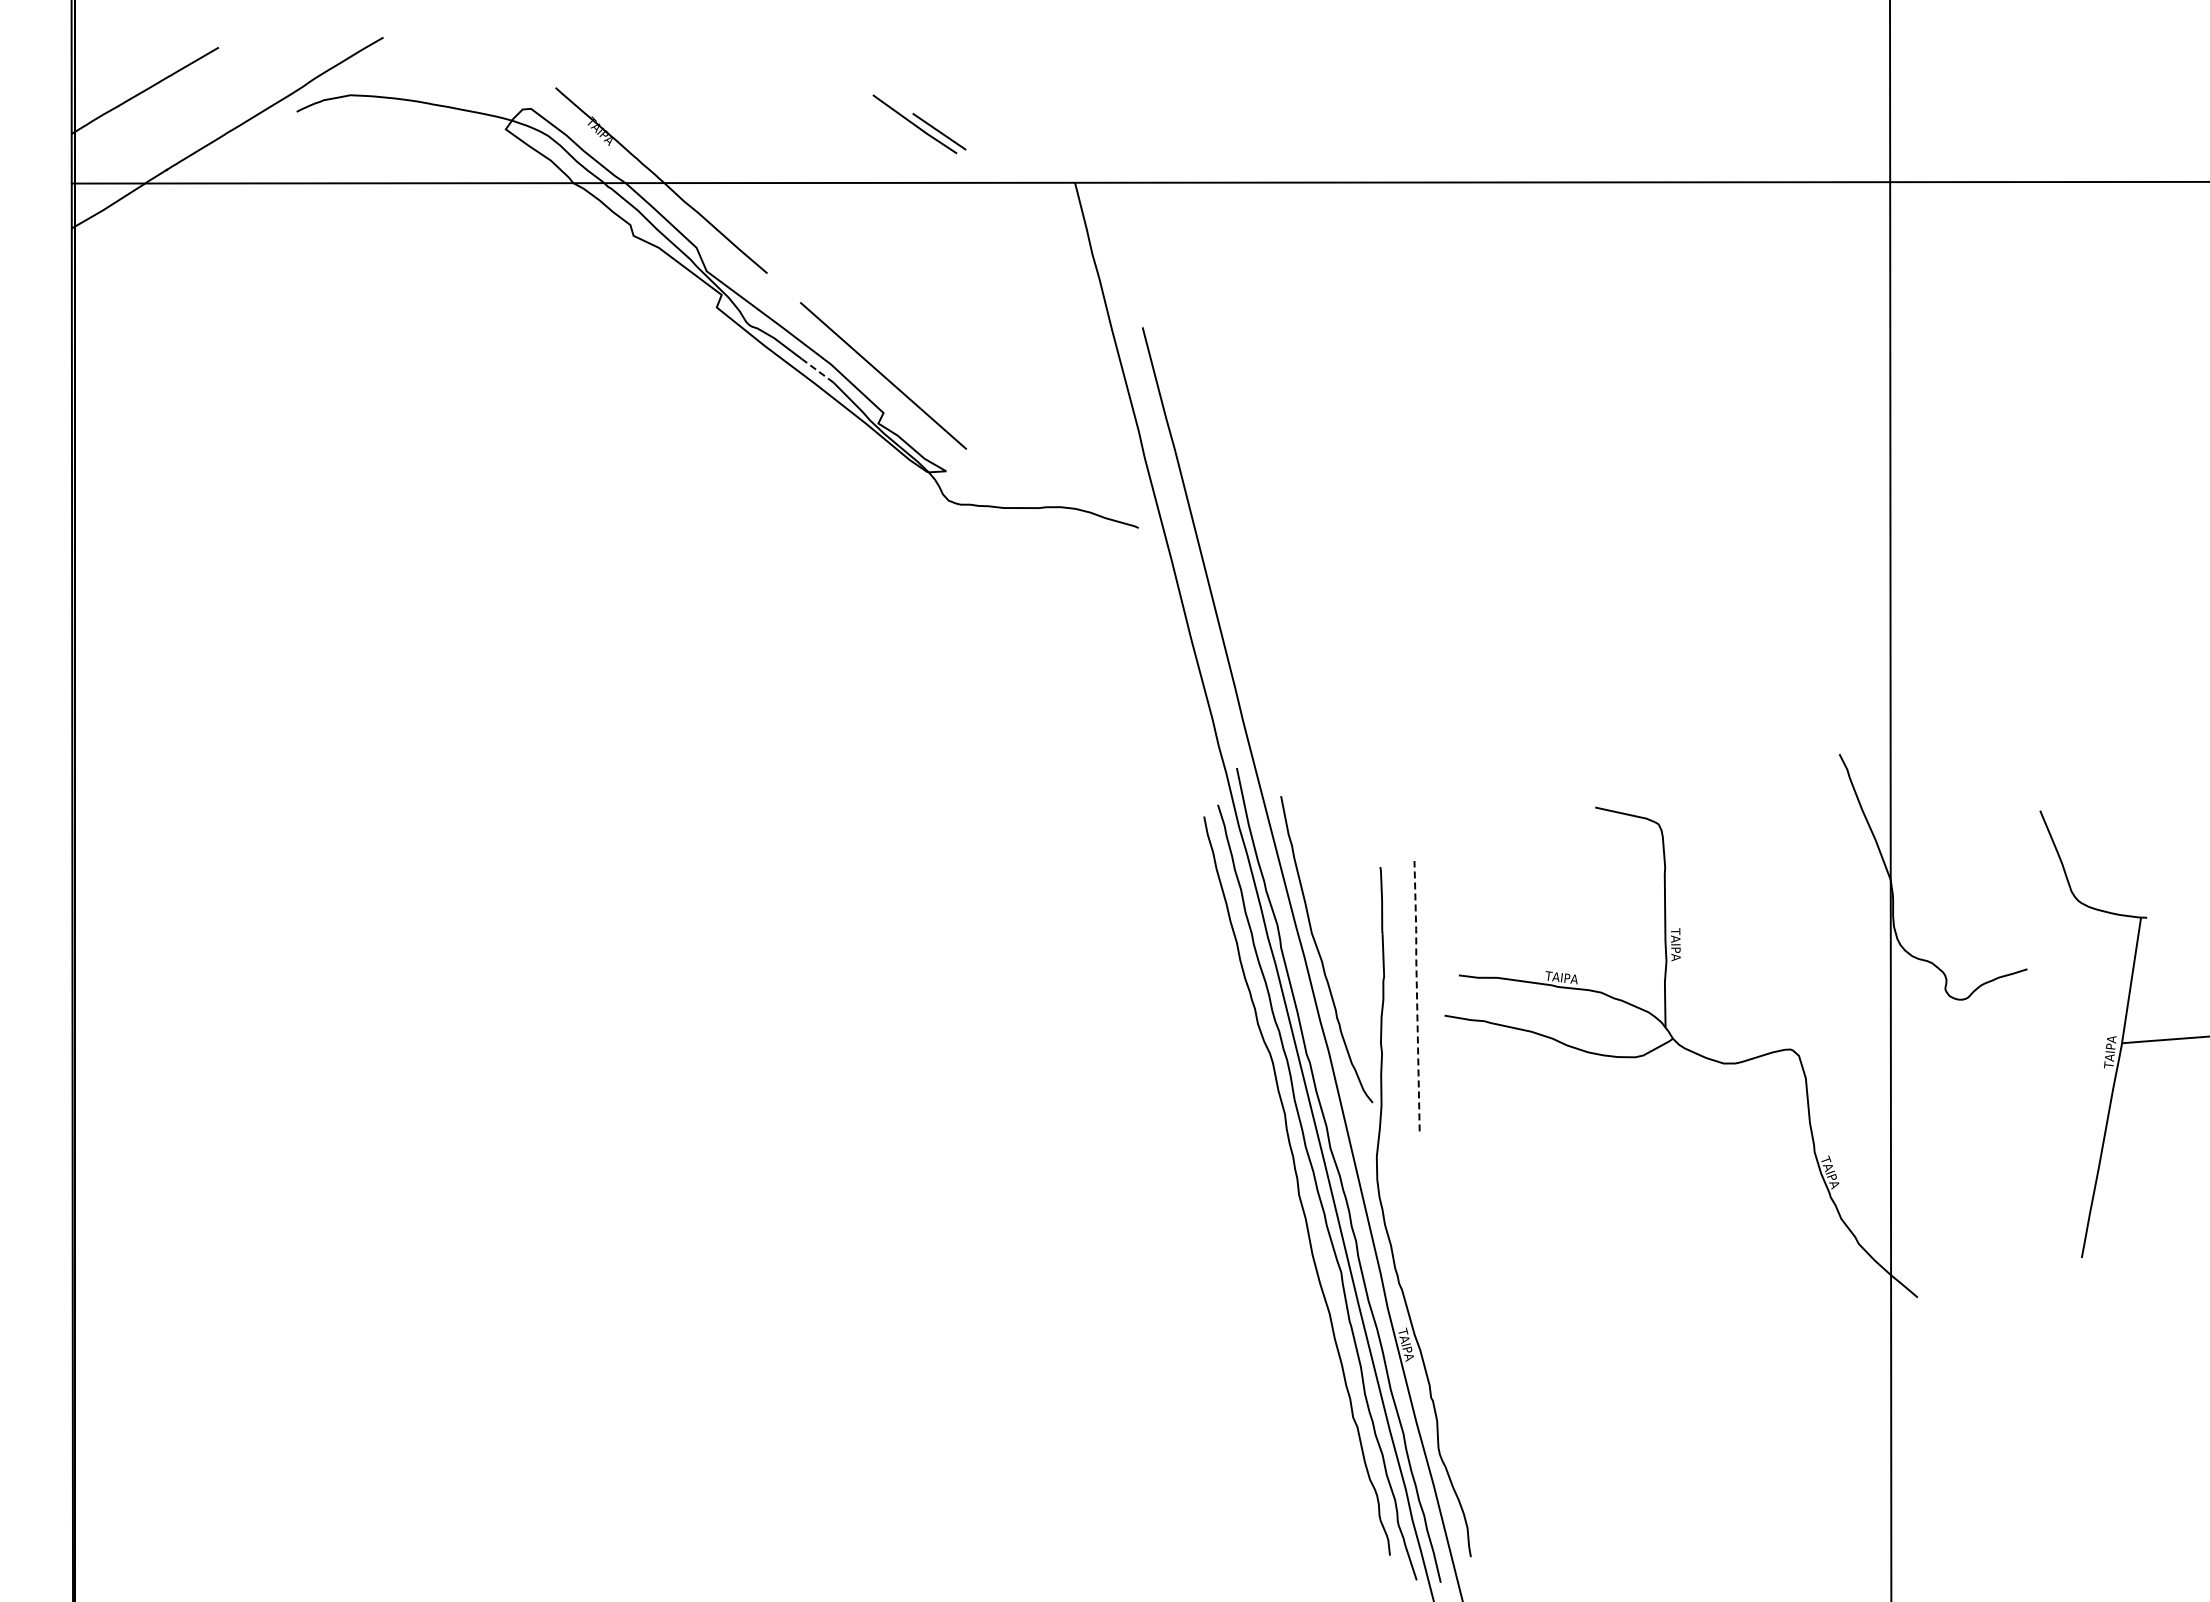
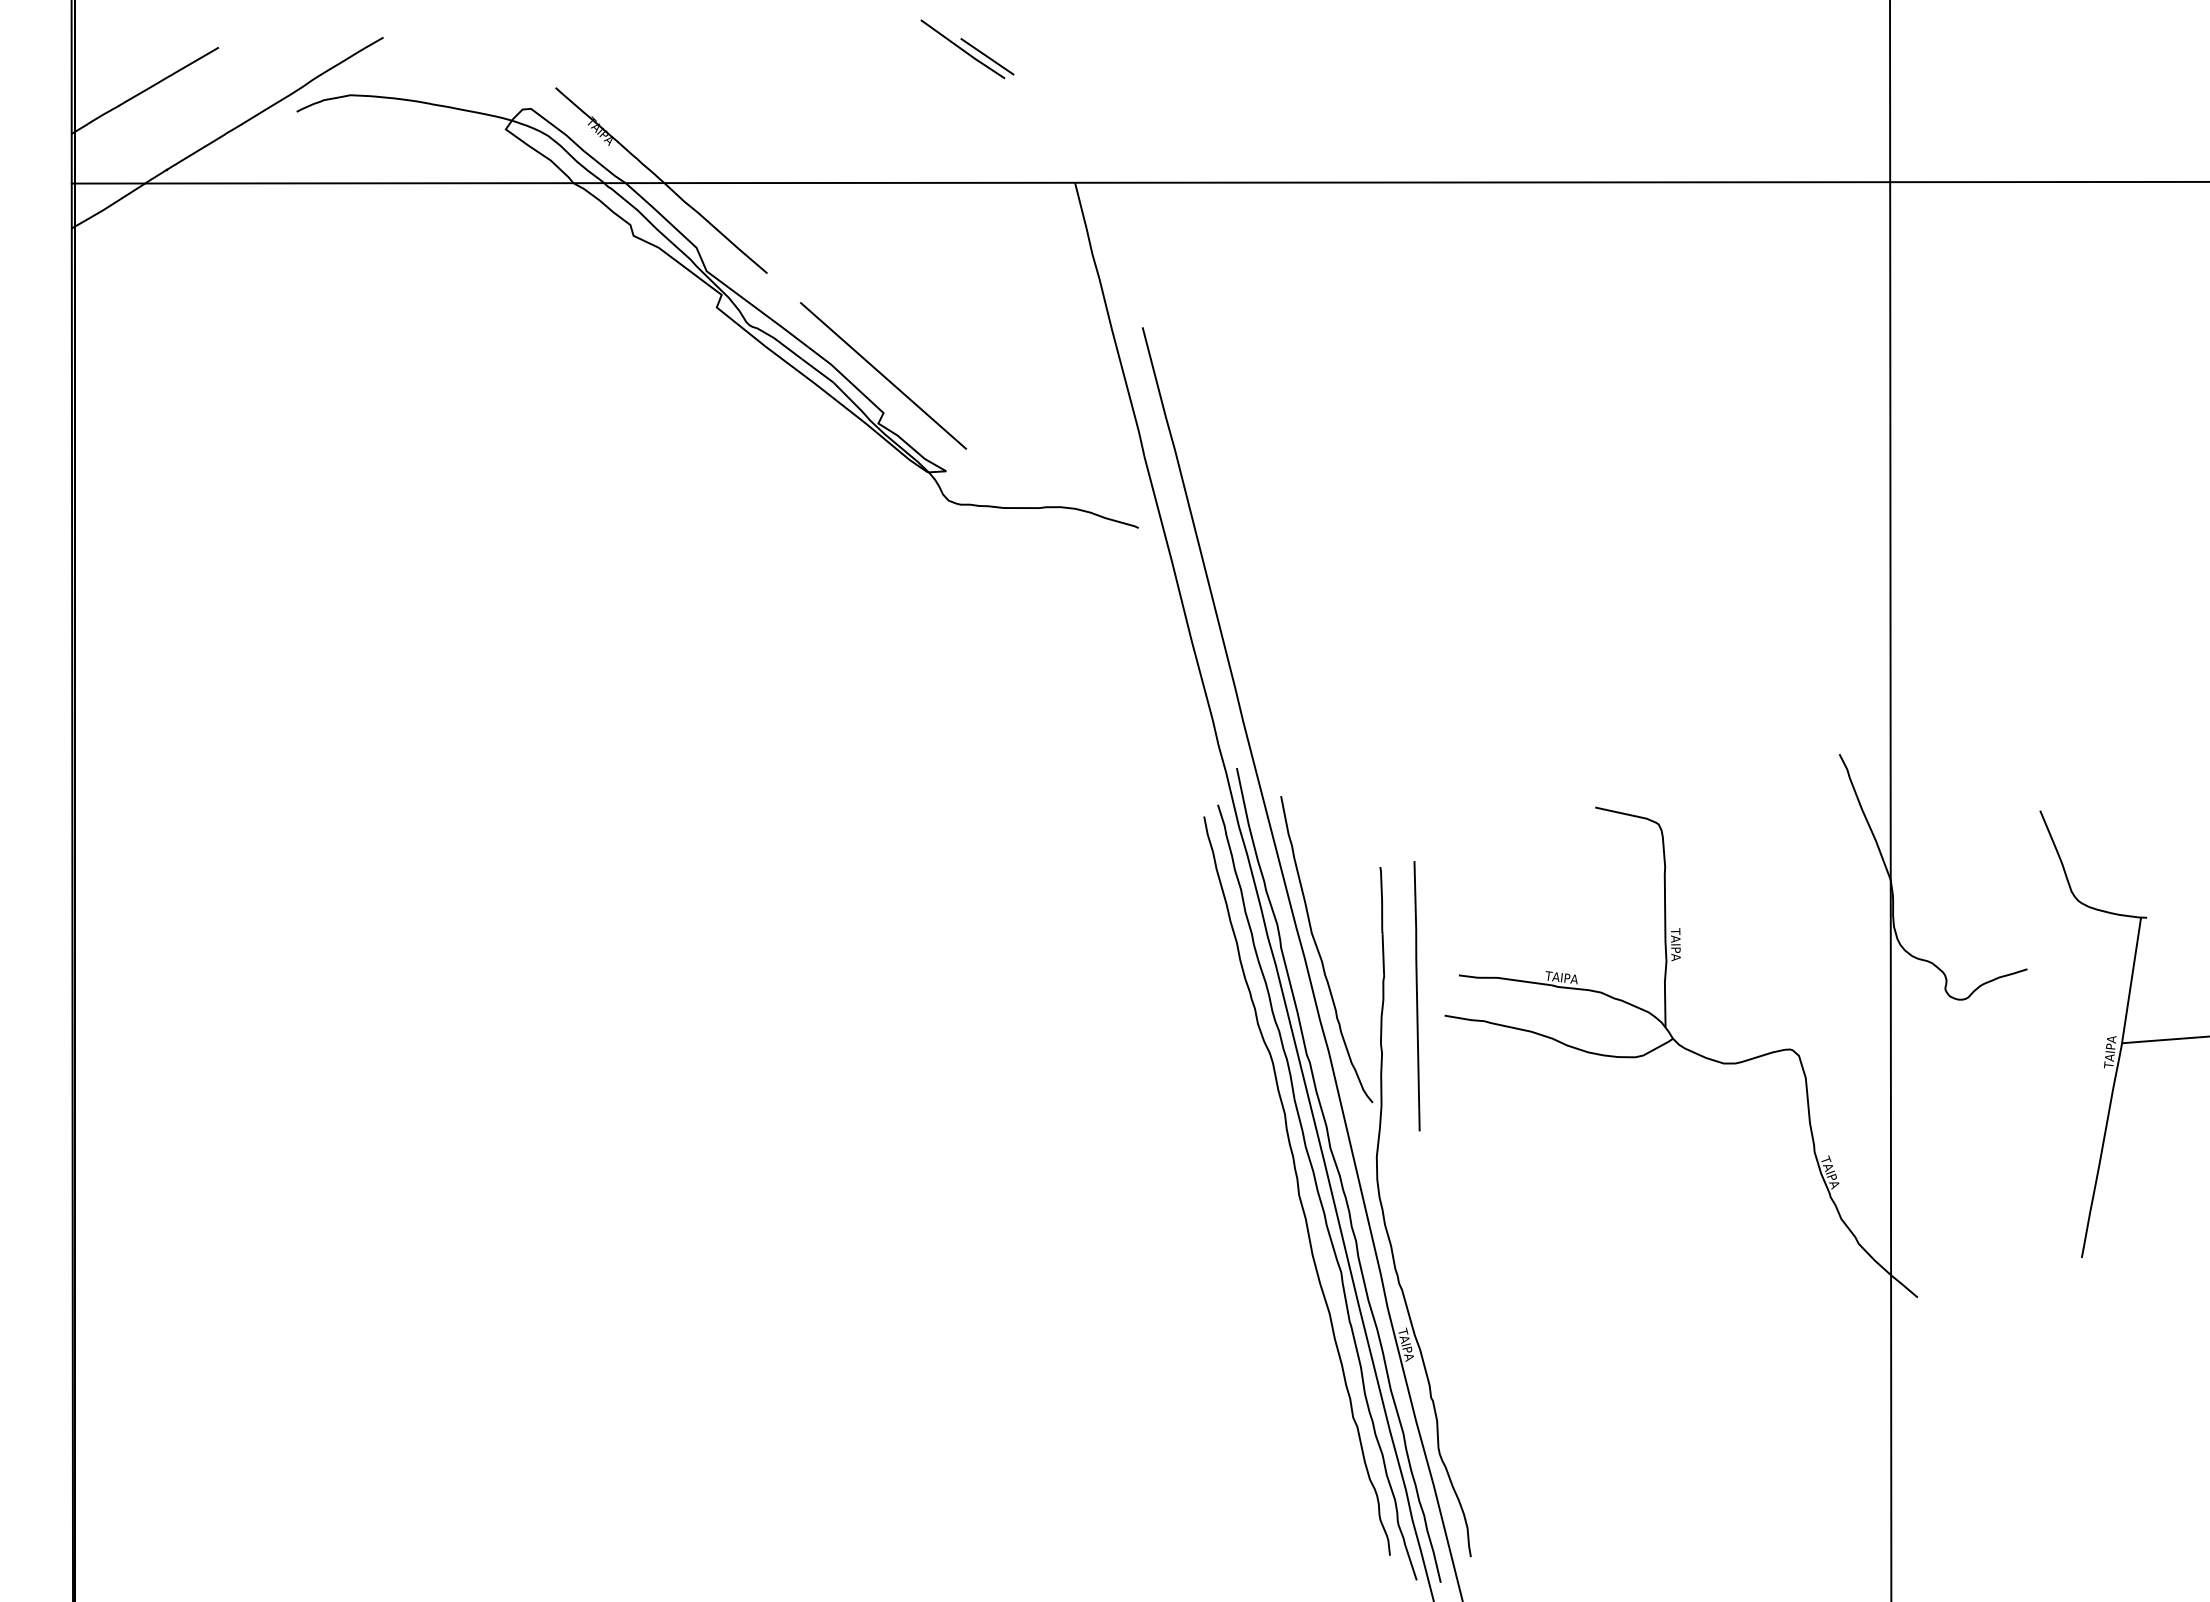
part at (919, 124) position: (919, 124) -> (967, 49)
line at (817, 370): dashed -> solid
line at (1416, 994): dashed -> solid
